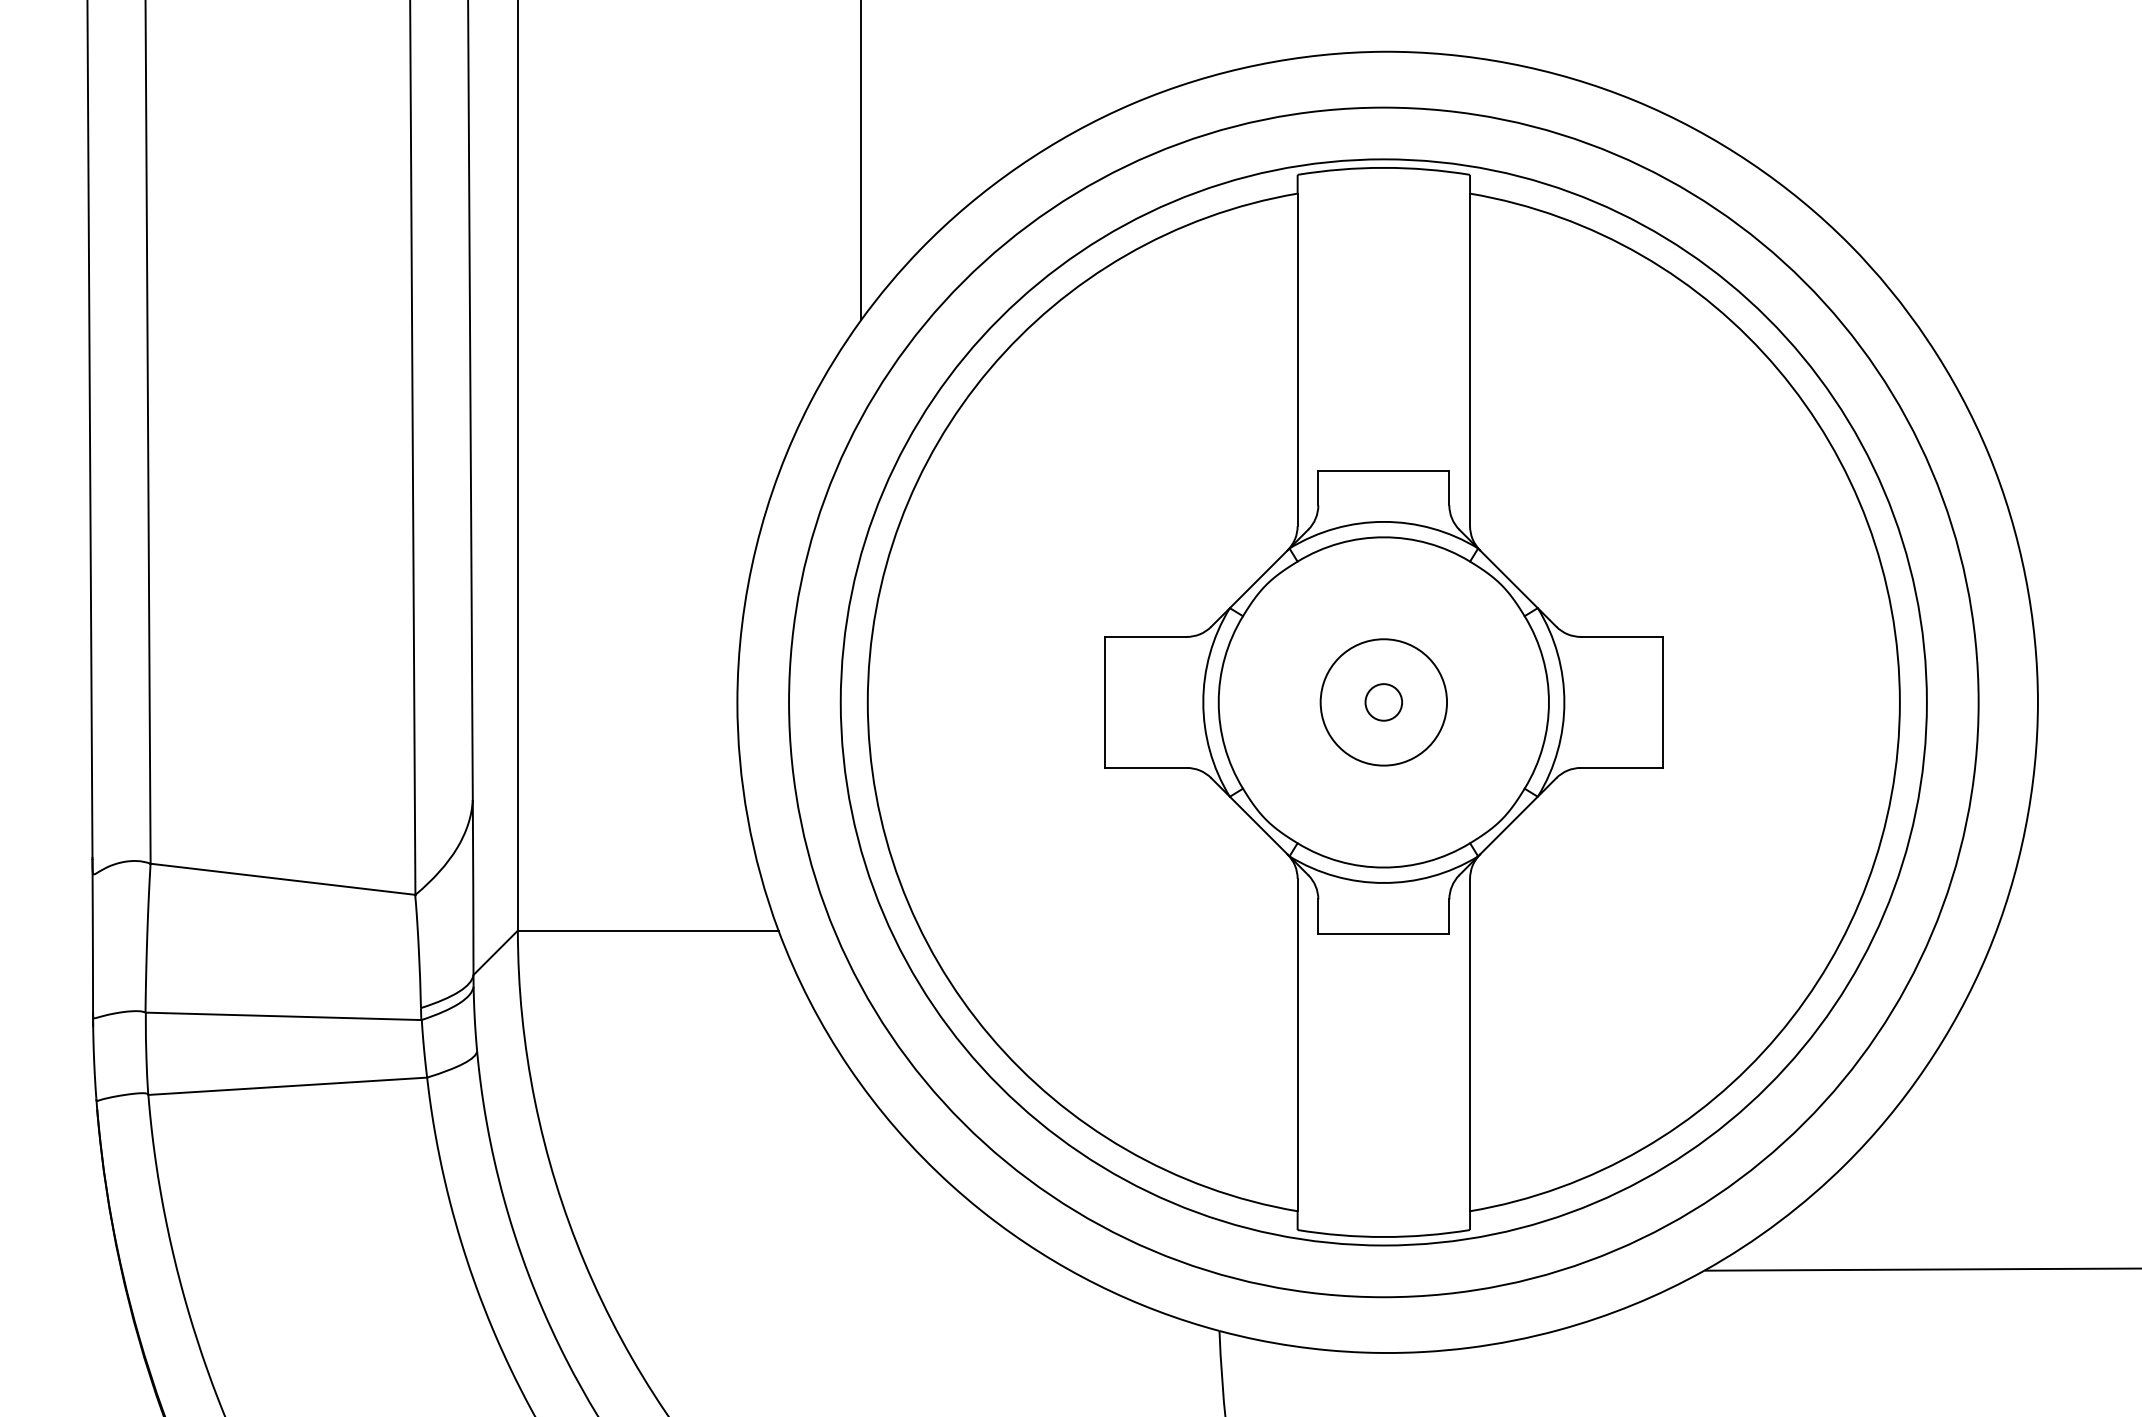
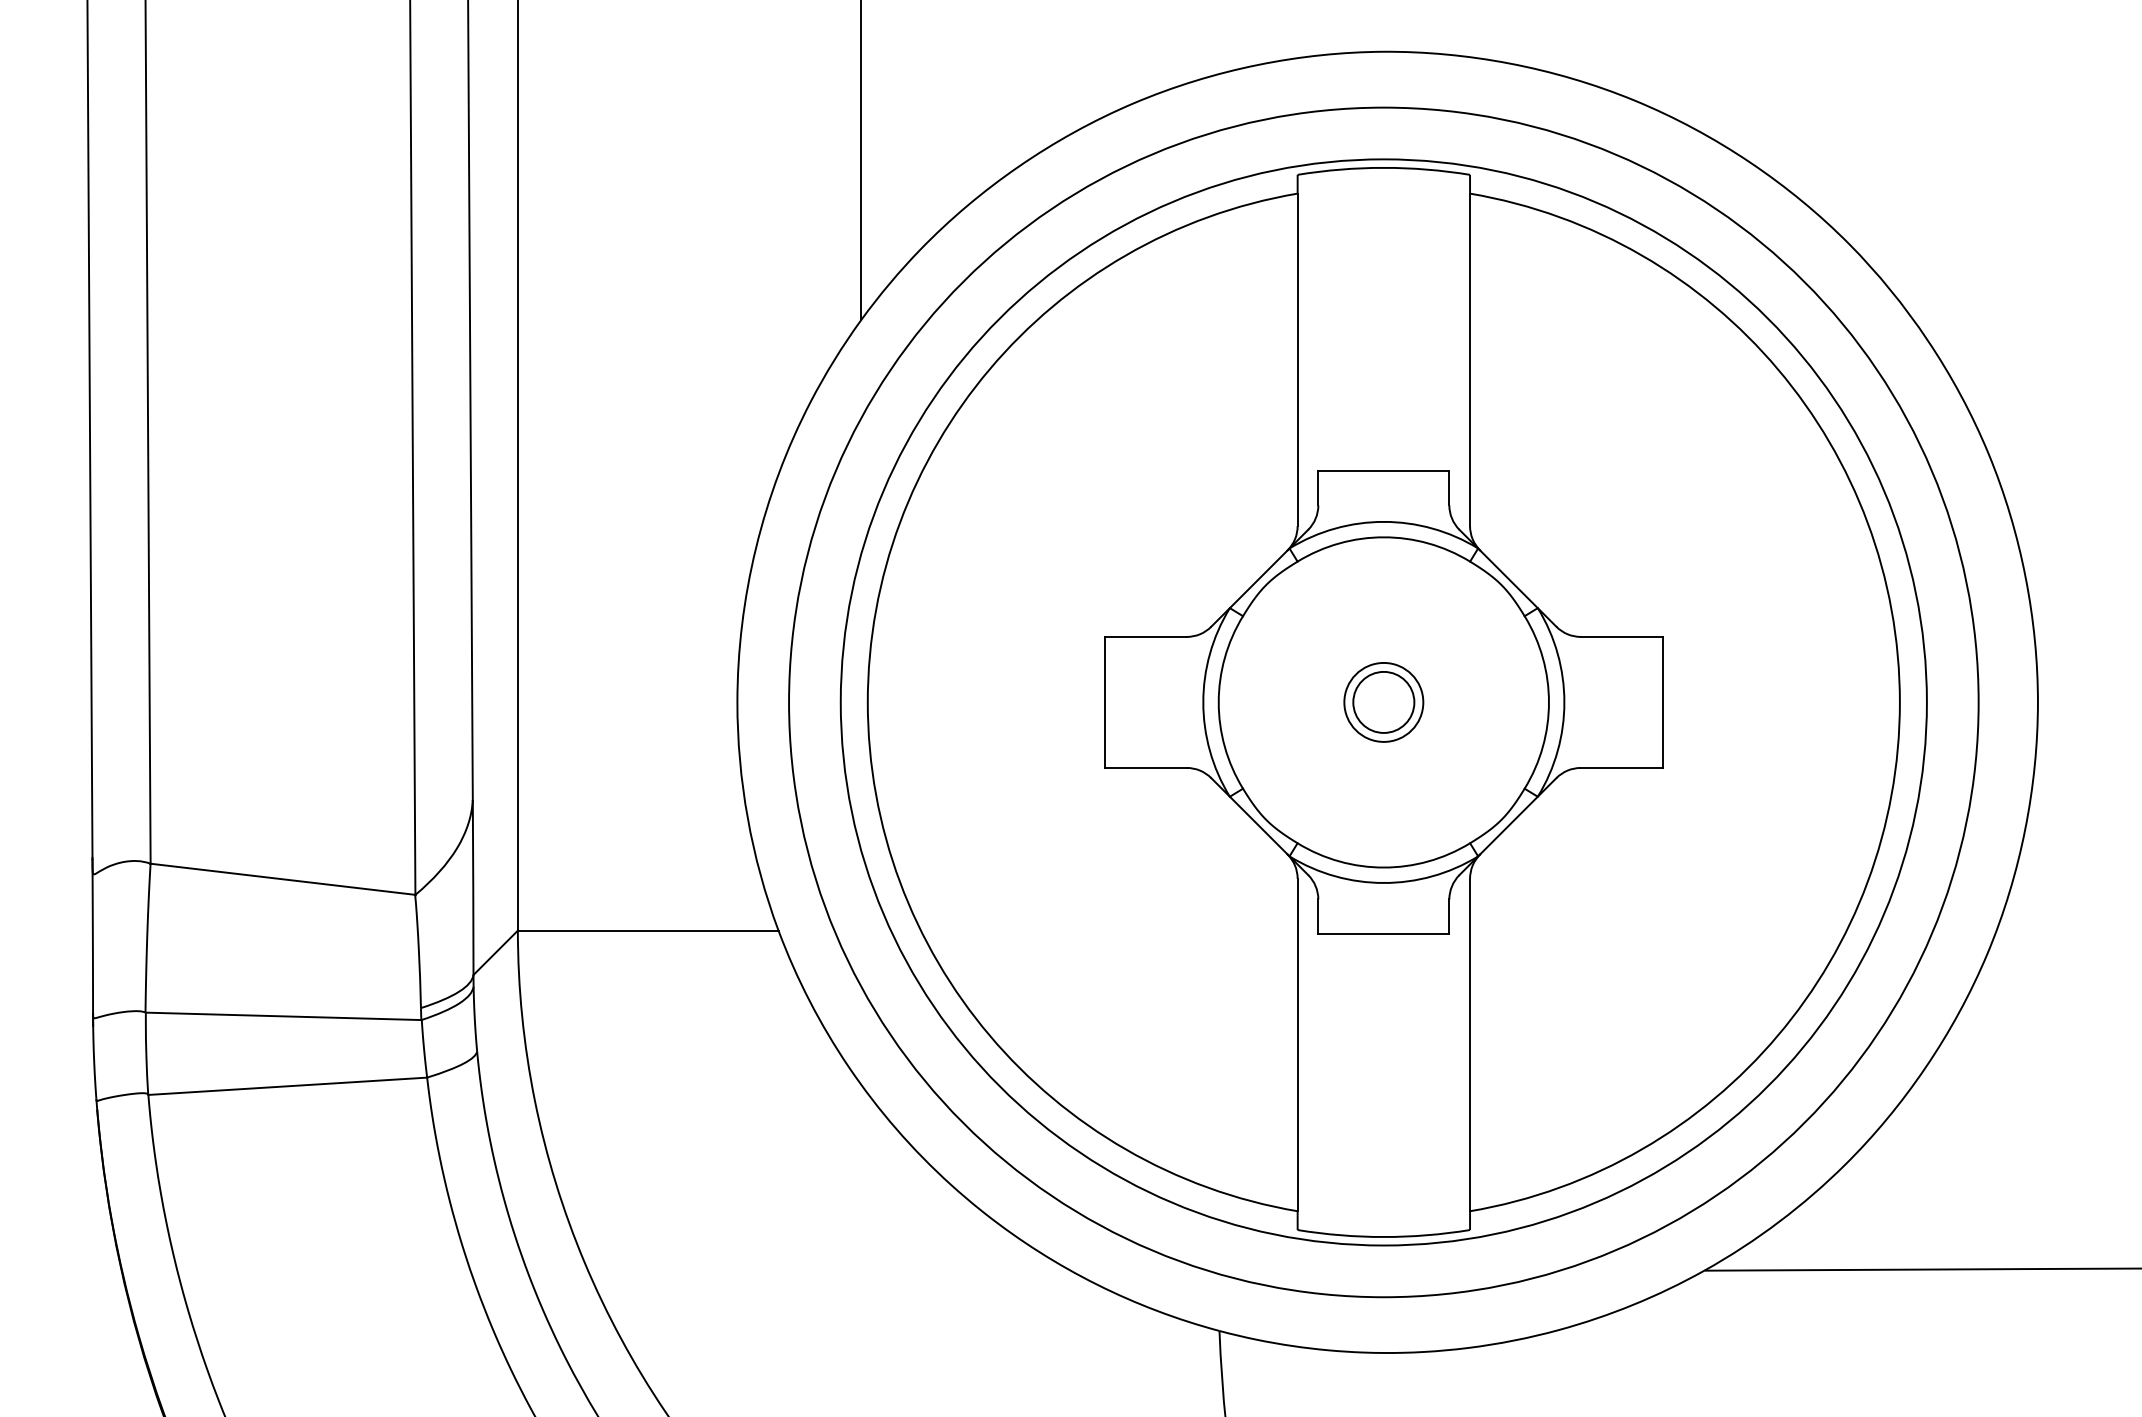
circle at (1383, 702) diameter: 126 px -> 79 px
circle at (1383, 702) diameter: 37 px -> 61 px
